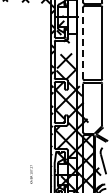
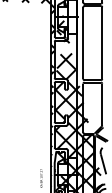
line at (83, 43): dashed -> solid
text at (31, 174) position: (31, 174) -> (41, 178)
